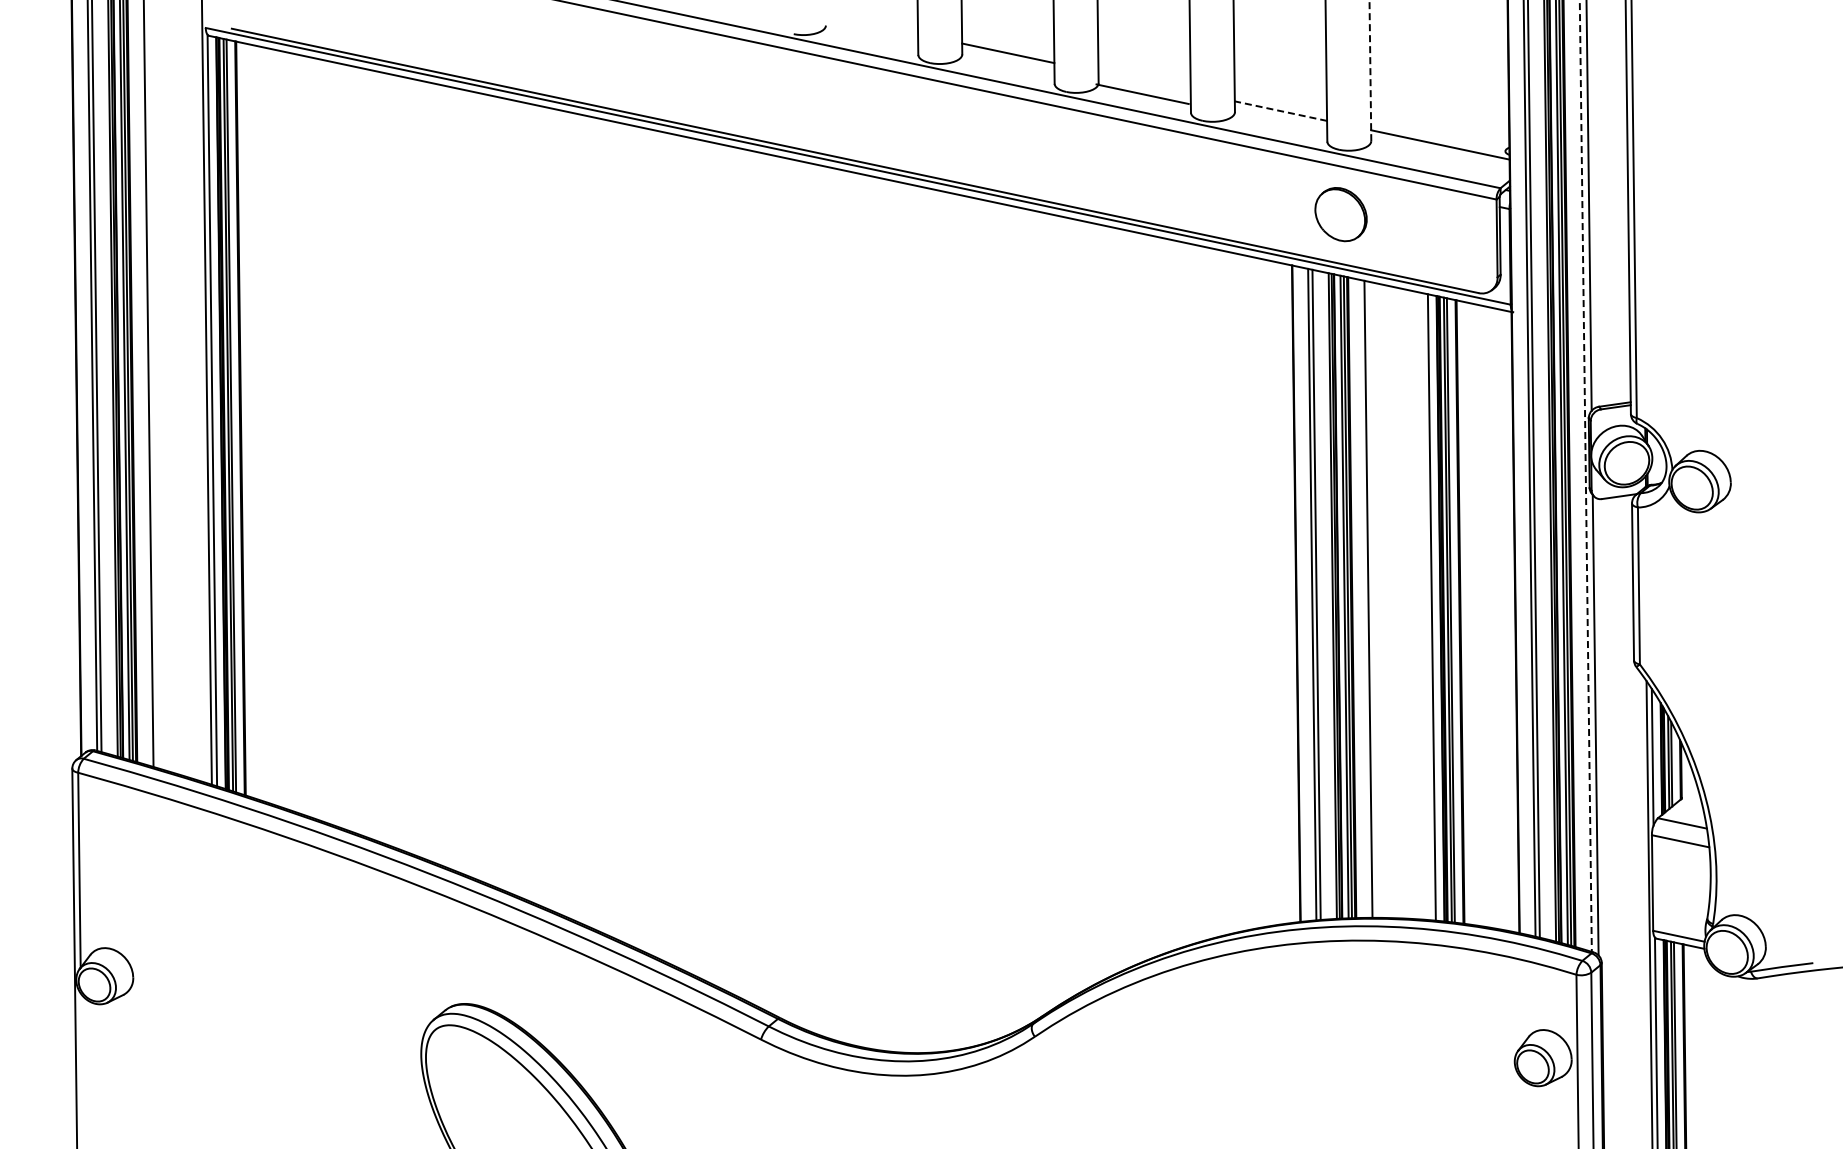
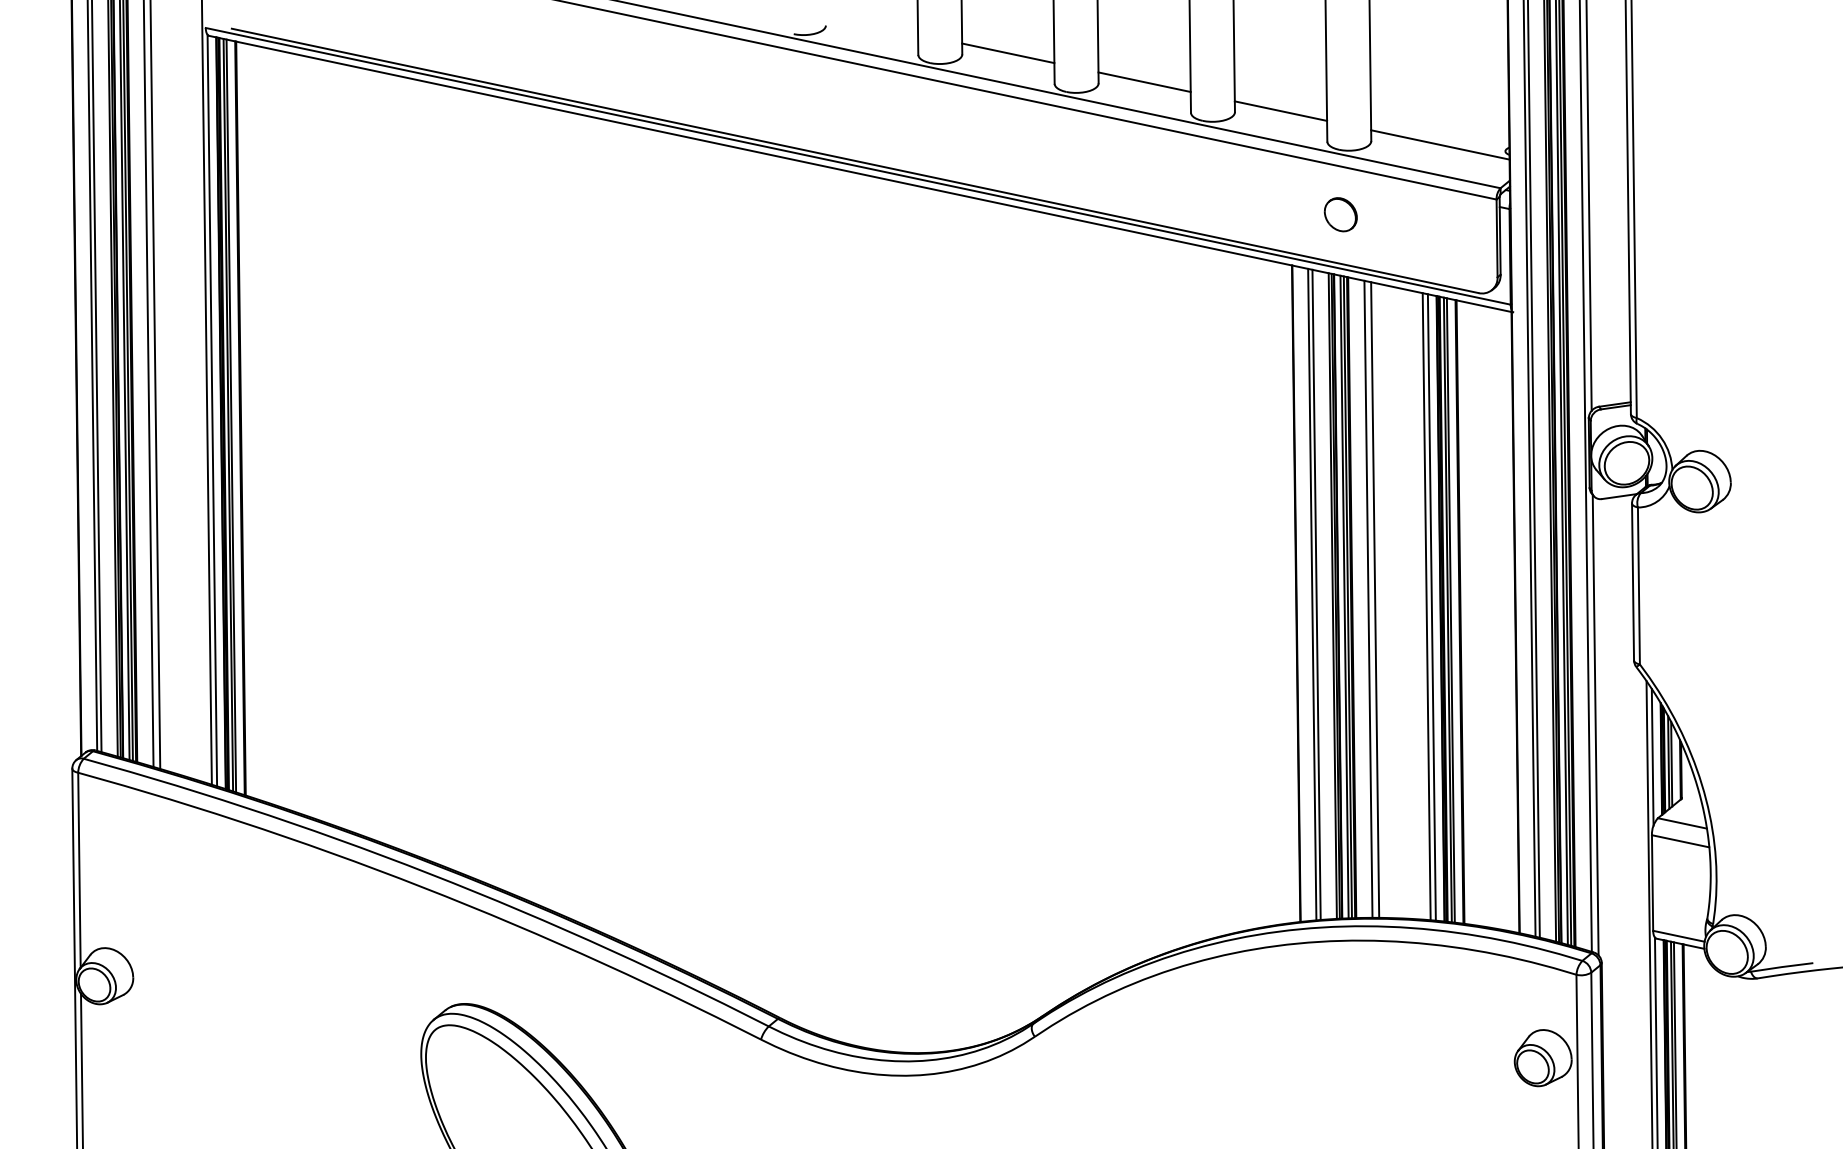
line at (1370, 70): dashed -> solid
line at (1142, 94) position: (1142, 94) -> (1144, 82)
line at (1280, 111): dashed -> solid
part at (1340, 214) size: 54x56 px -> 35x36 px
line at (155, 385): none -> present
line at (1585, 475): dashed -> solid
line at (1375, 599): none -> present
line at (1426, 606): none -> present
line at (81, 1069): none -> present
